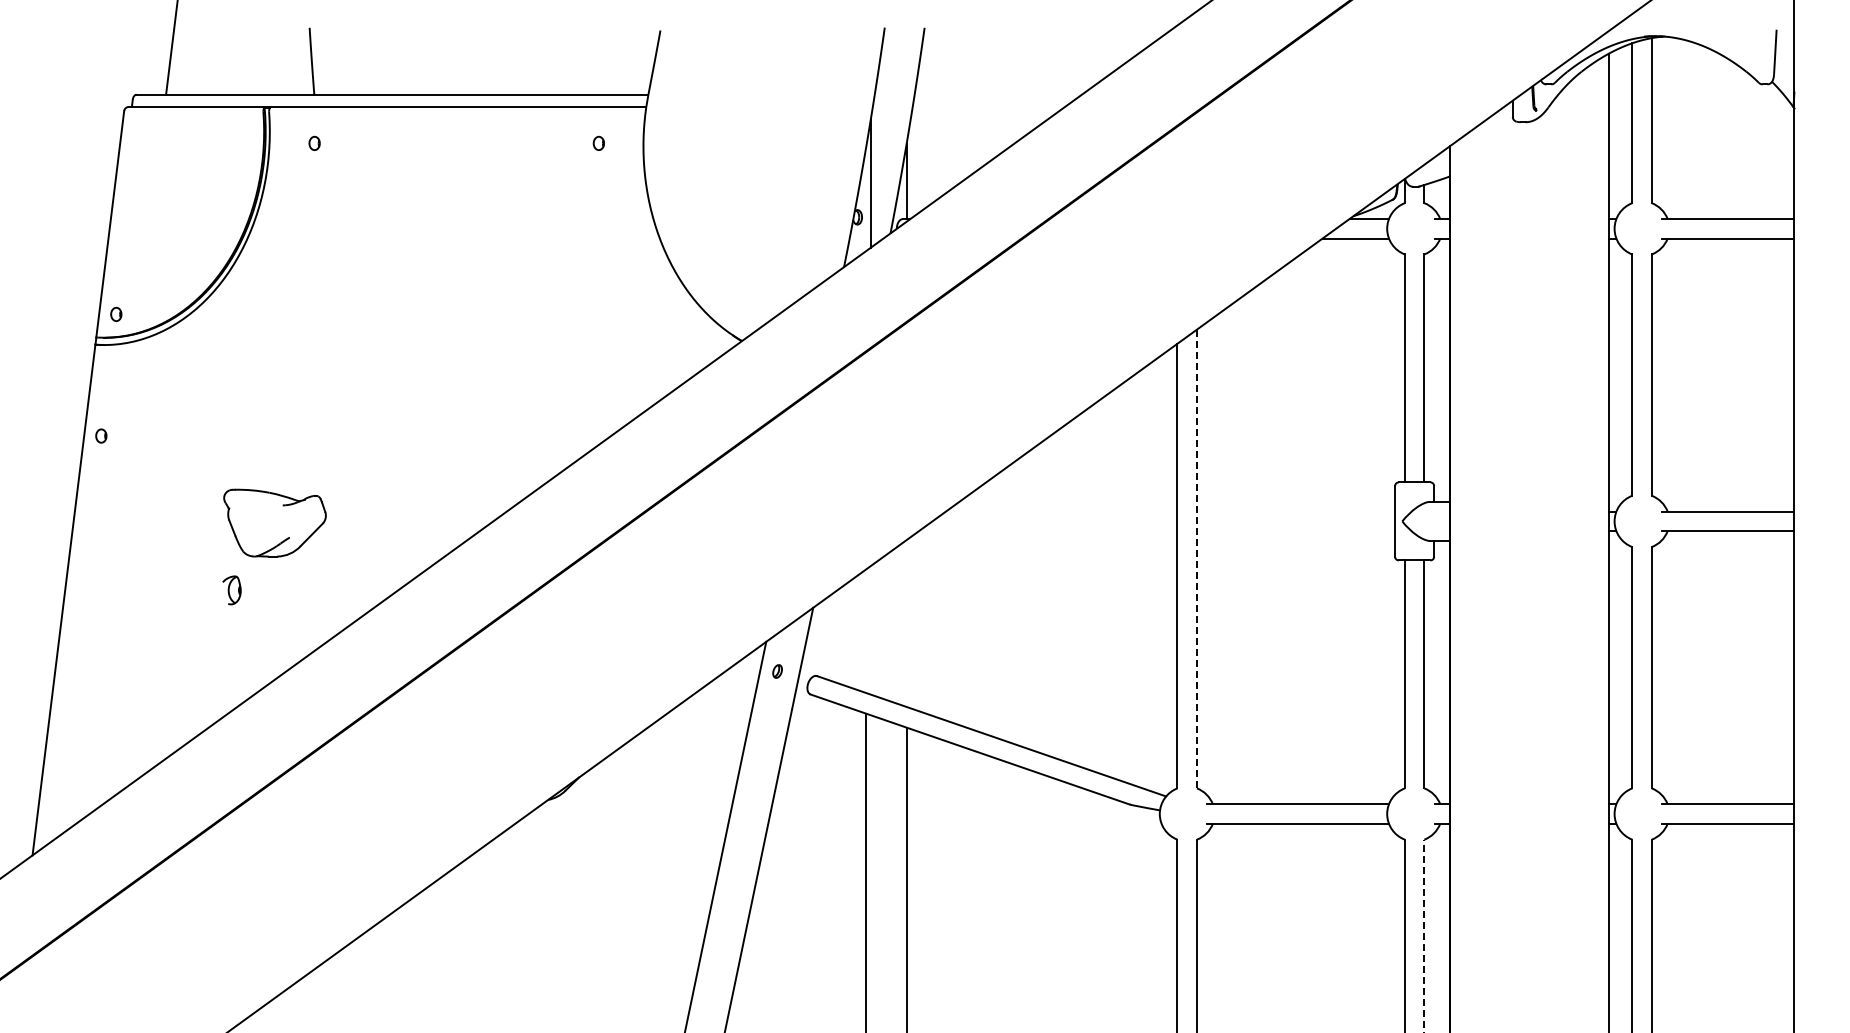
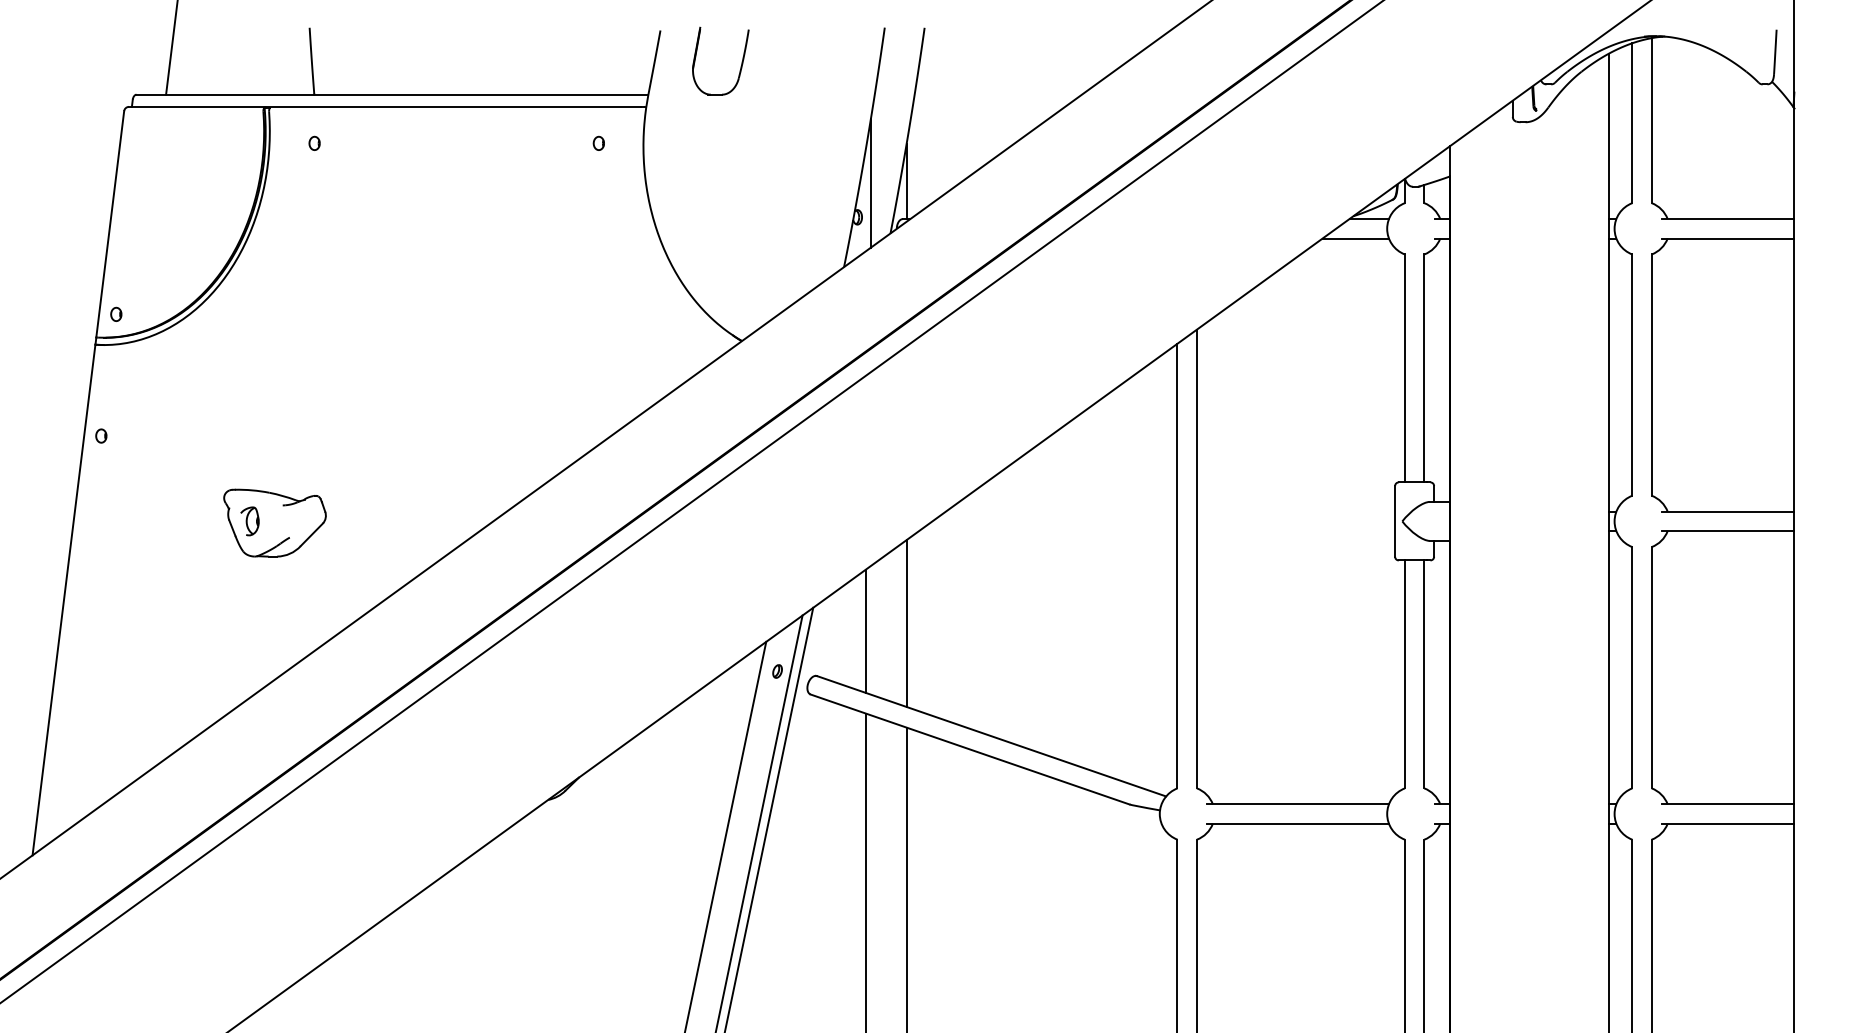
part at (740, 66): none -> present
line at (691, 501): none -> present
line at (1196, 558): dashed -> solid
part at (231, 590) position: (231, 590) -> (249, 521)
line at (906, 623): none -> present
line at (865, 630): none -> present
line at (759, 822): none -> present
line at (1424, 935): dashed -> solid
